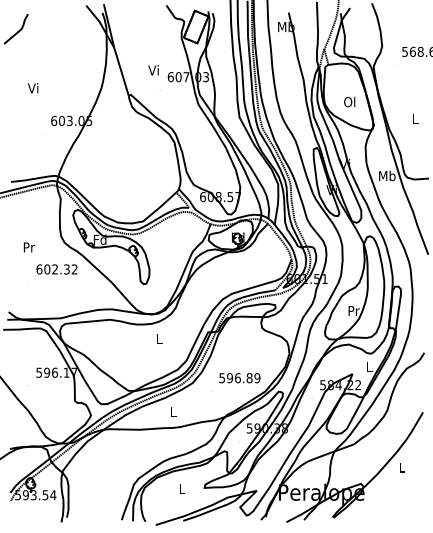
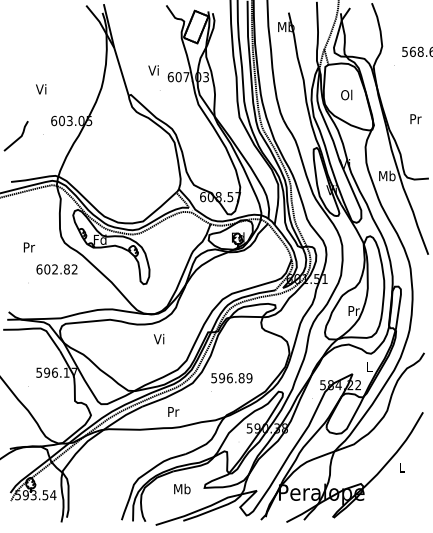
line at (17, 31) position: (17, 31) -> (17, 138)
text at (33, 88) position: (33, 88) -> (41, 89)
text at (349, 101) position: (349, 101) -> (346, 94)
text at (415, 119): L -> Pr
text at (66, 269): 602.32 -> 602.82
text at (158, 339): L -> Vi
text at (239, 378) position: (239, 378) -> (231, 378)
text at (173, 411): L -> Pr
text at (182, 488): L -> Mb
